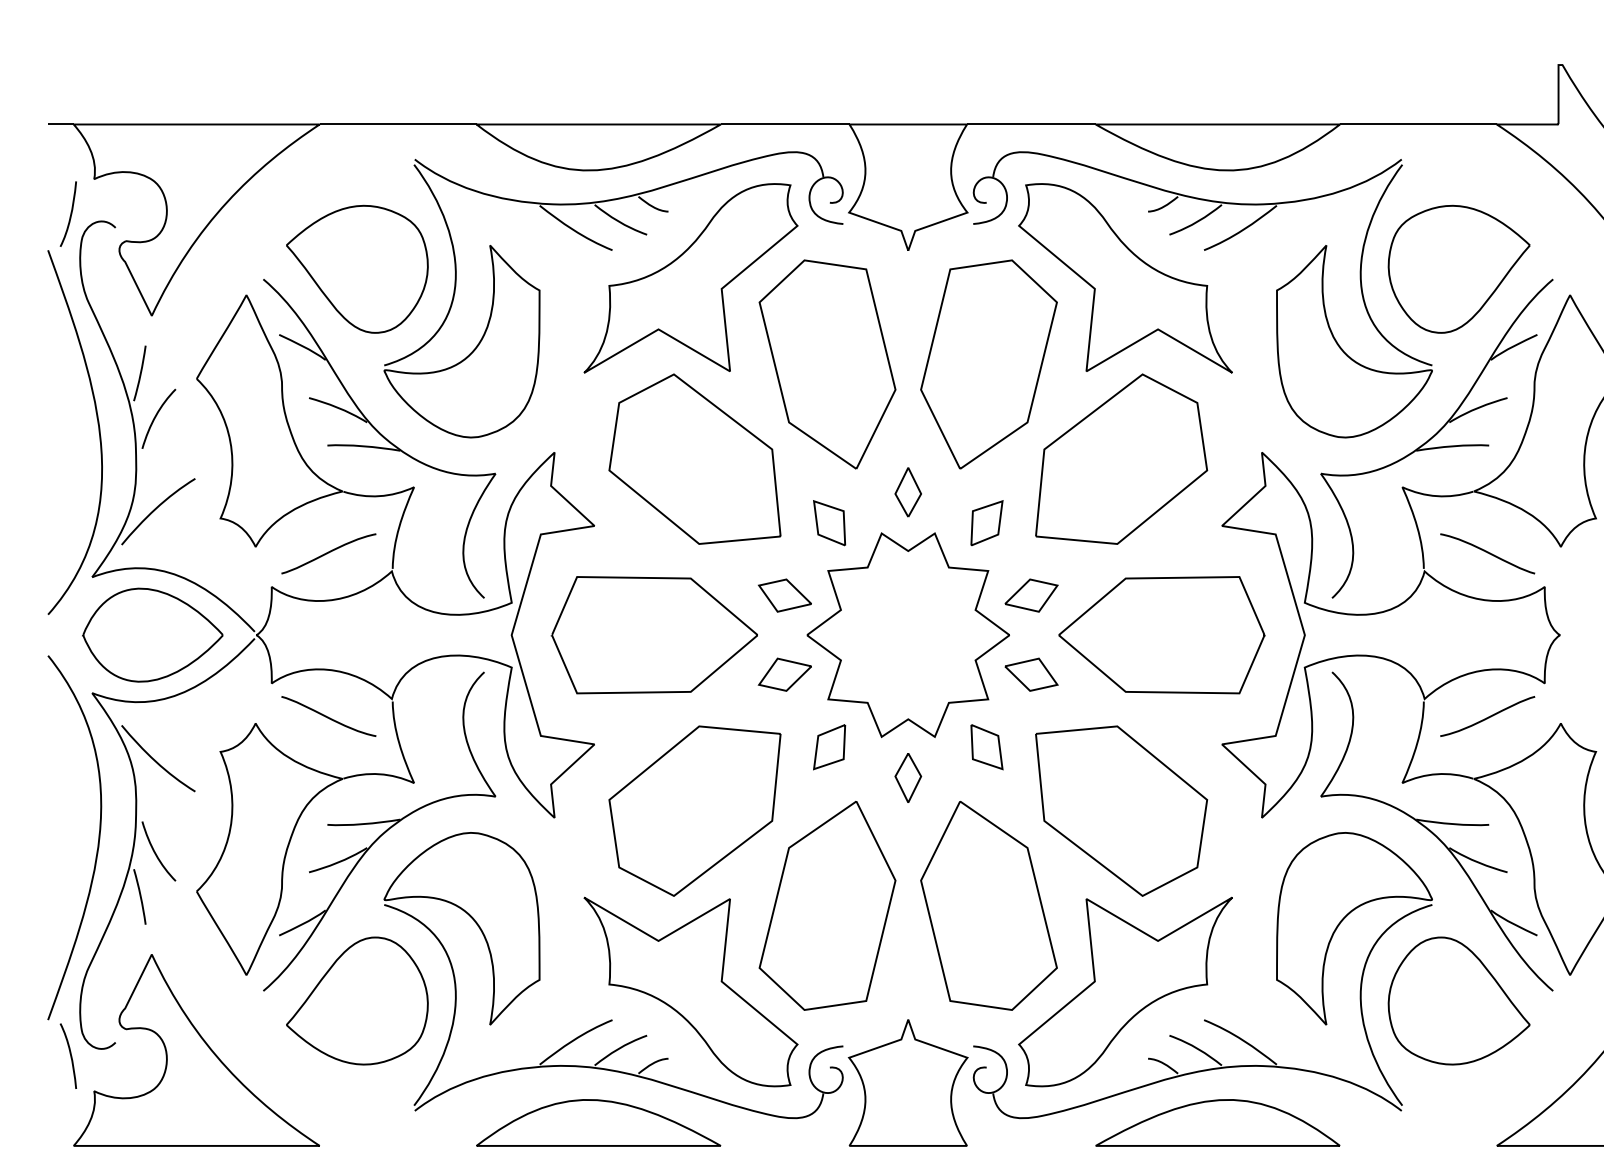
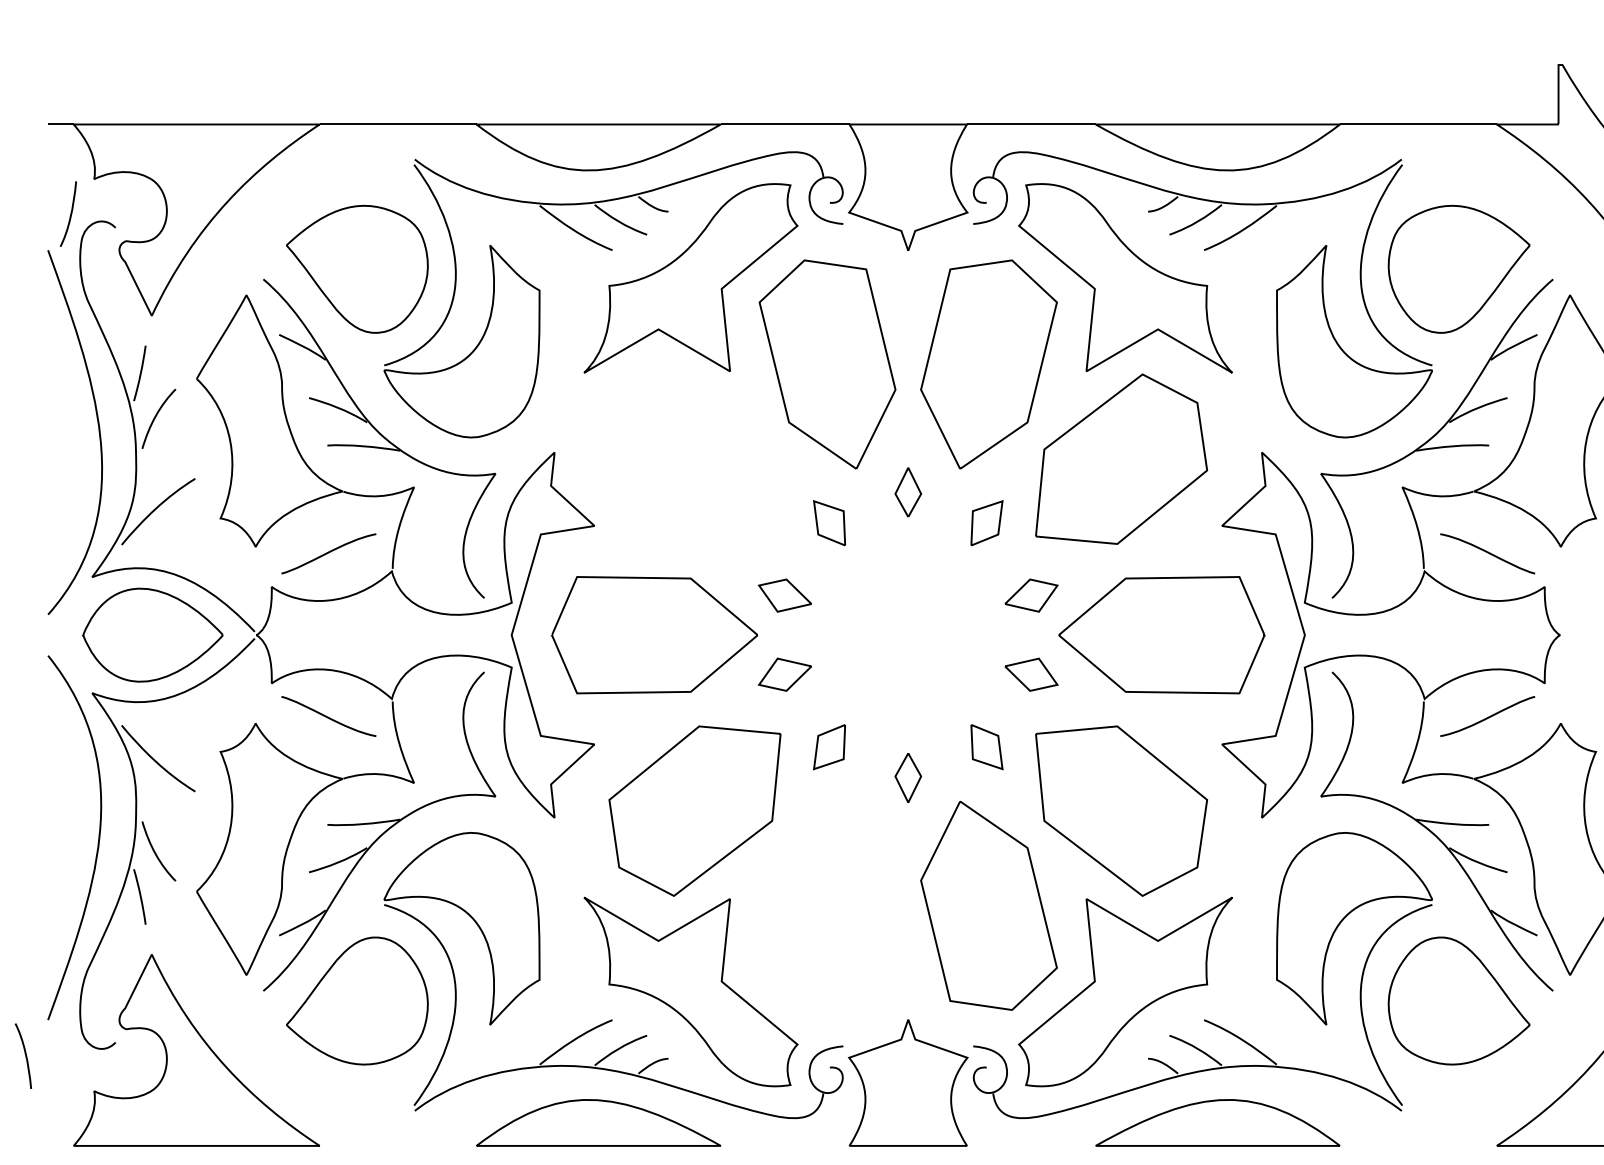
part at (694, 458): present -> none
part at (907, 634): present -> none
part at (827, 905): present -> none
curve at (69, 1053) position: (69, 1053) -> (24, 1053)
